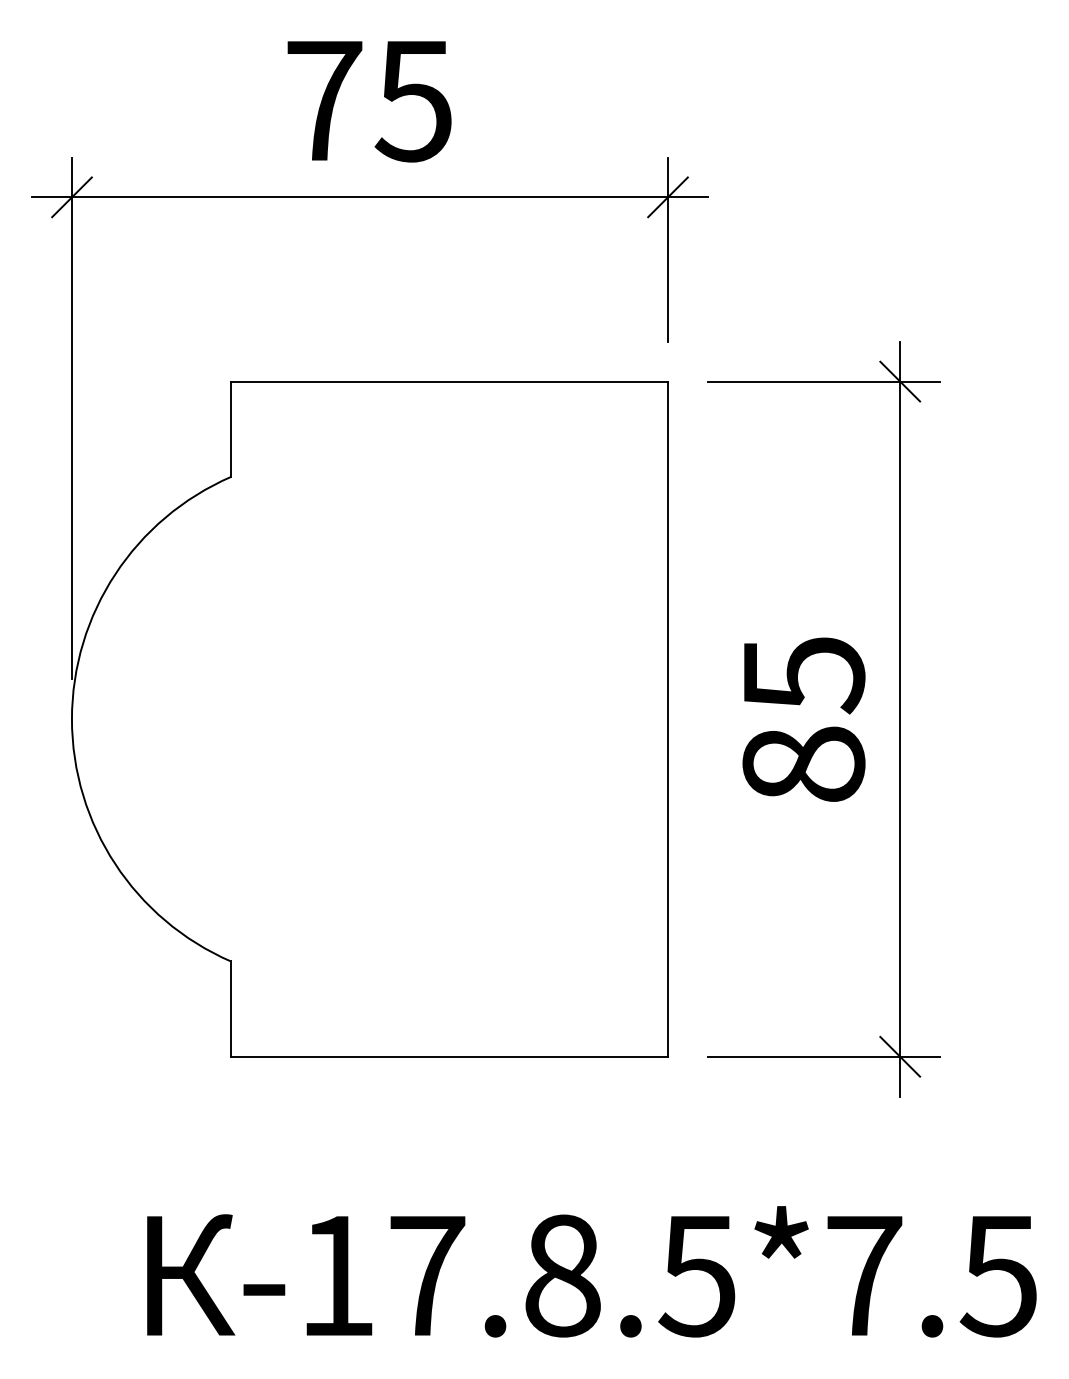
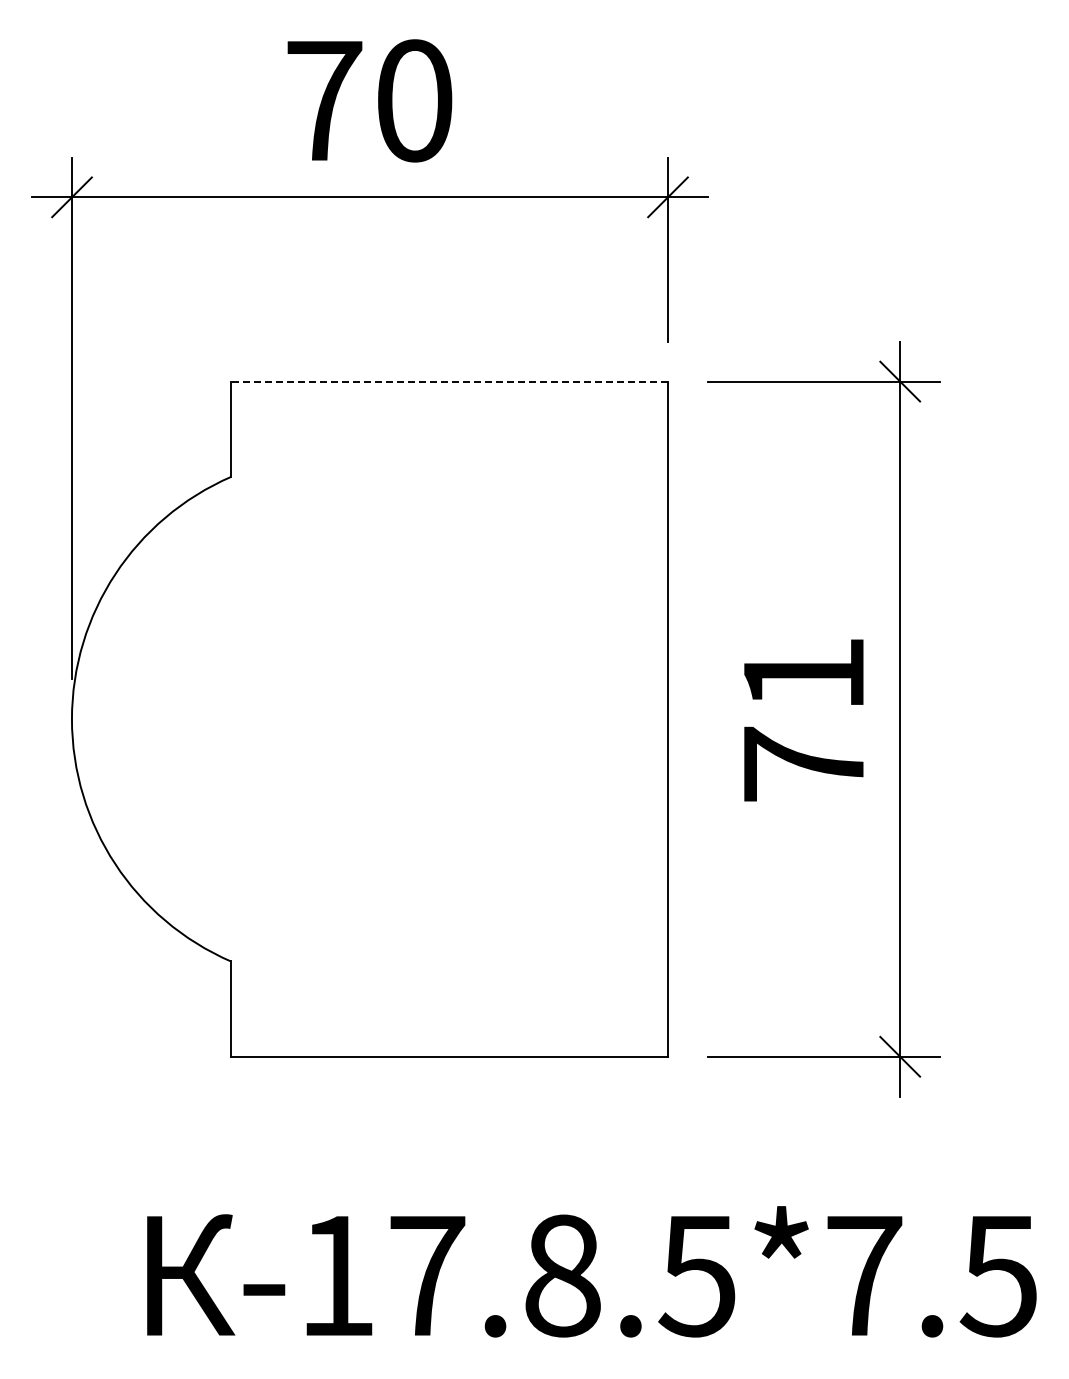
text at (413, 100): 75 -> 70
line at (449, 381): solid -> dashed
text at (803, 719): 85 -> 71
